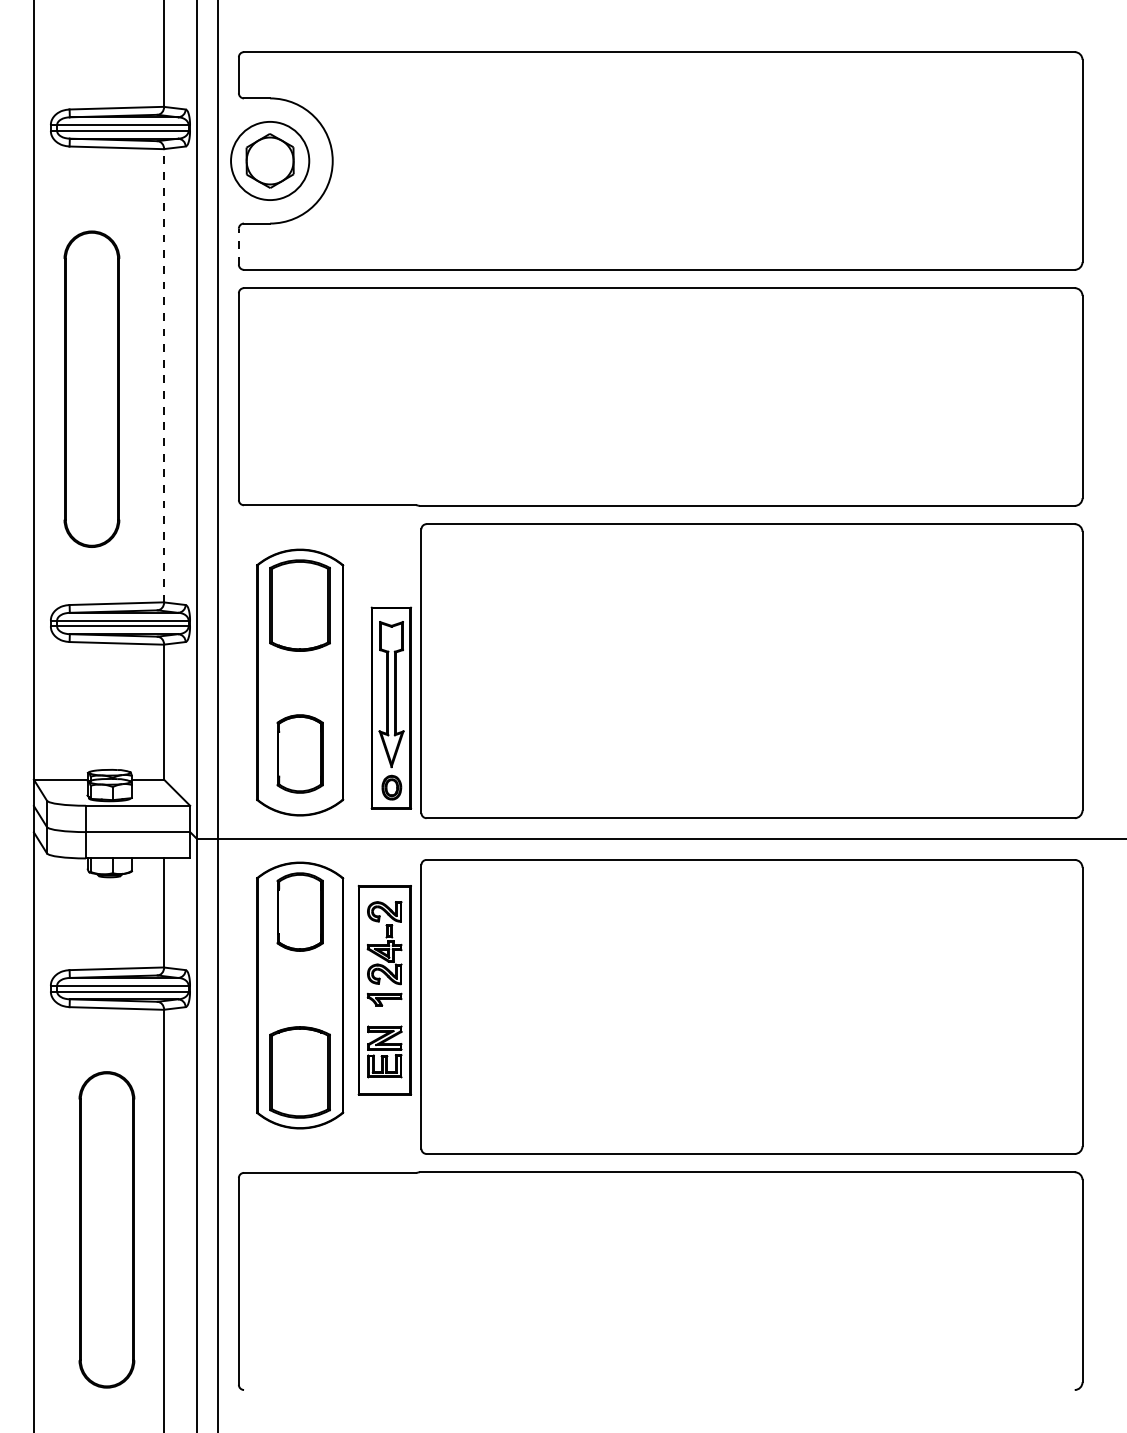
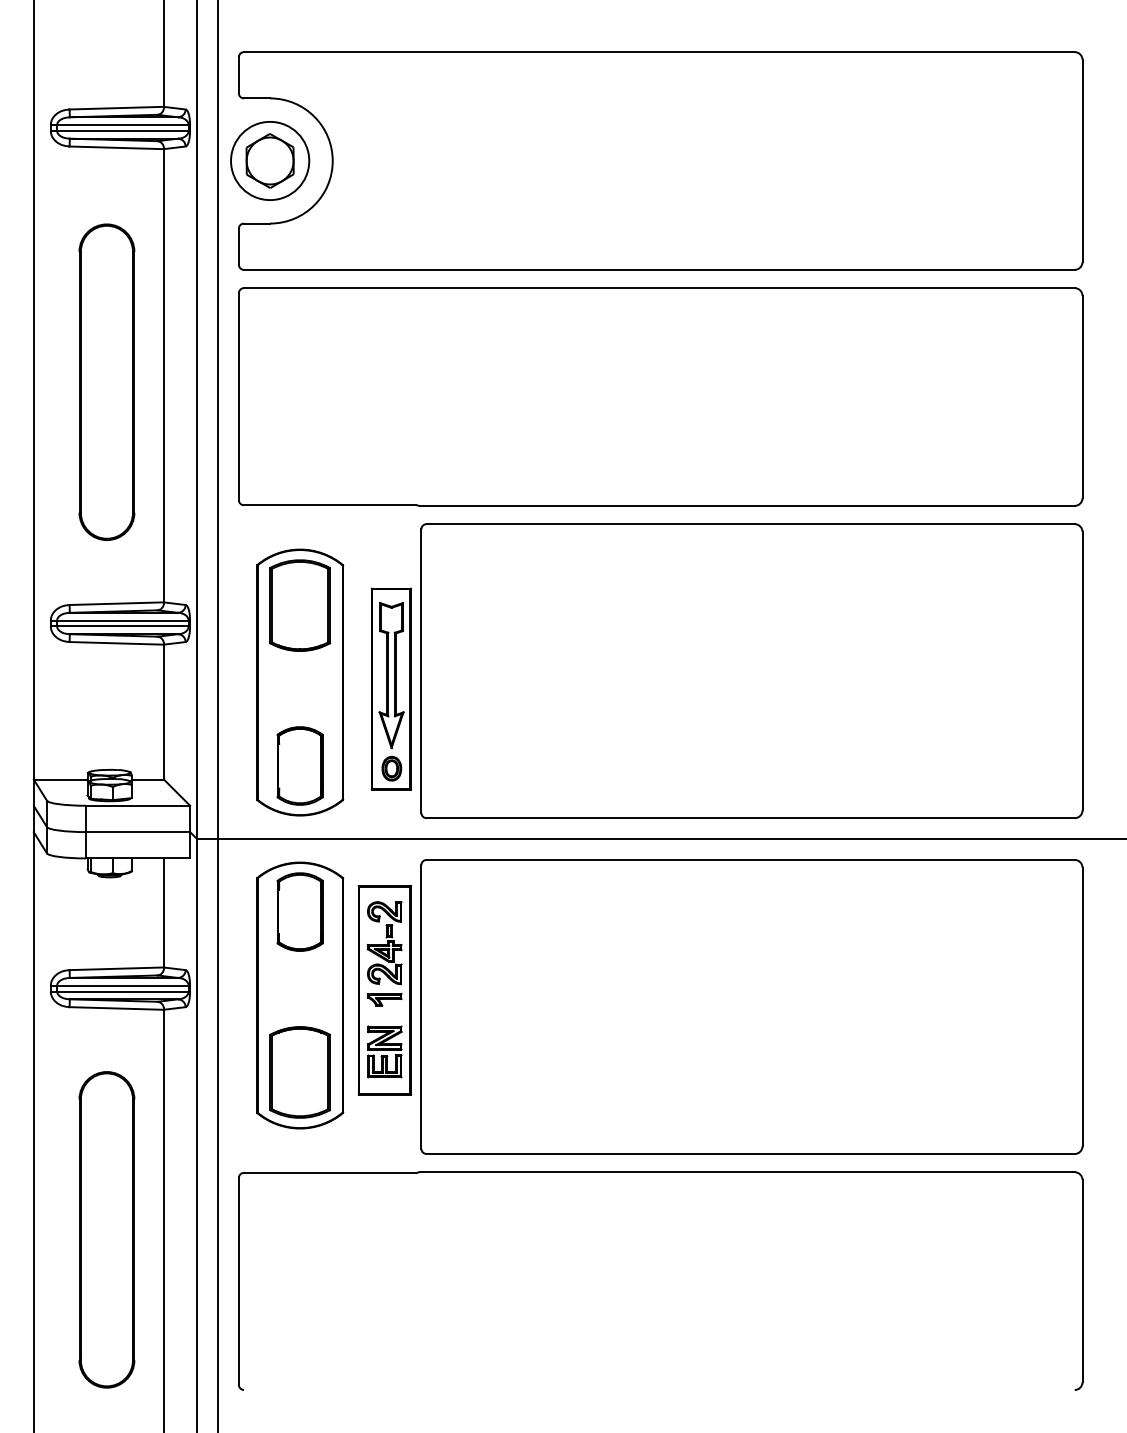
line at (238, 246): dashed -> solid
line at (164, 375): dashed -> solid
part at (91, 388) position: (91, 388) -> (106, 381)
part at (391, 707) position: (391, 707) -> (391, 688)
part at (299, 753) position: (299, 753) -> (299, 765)
